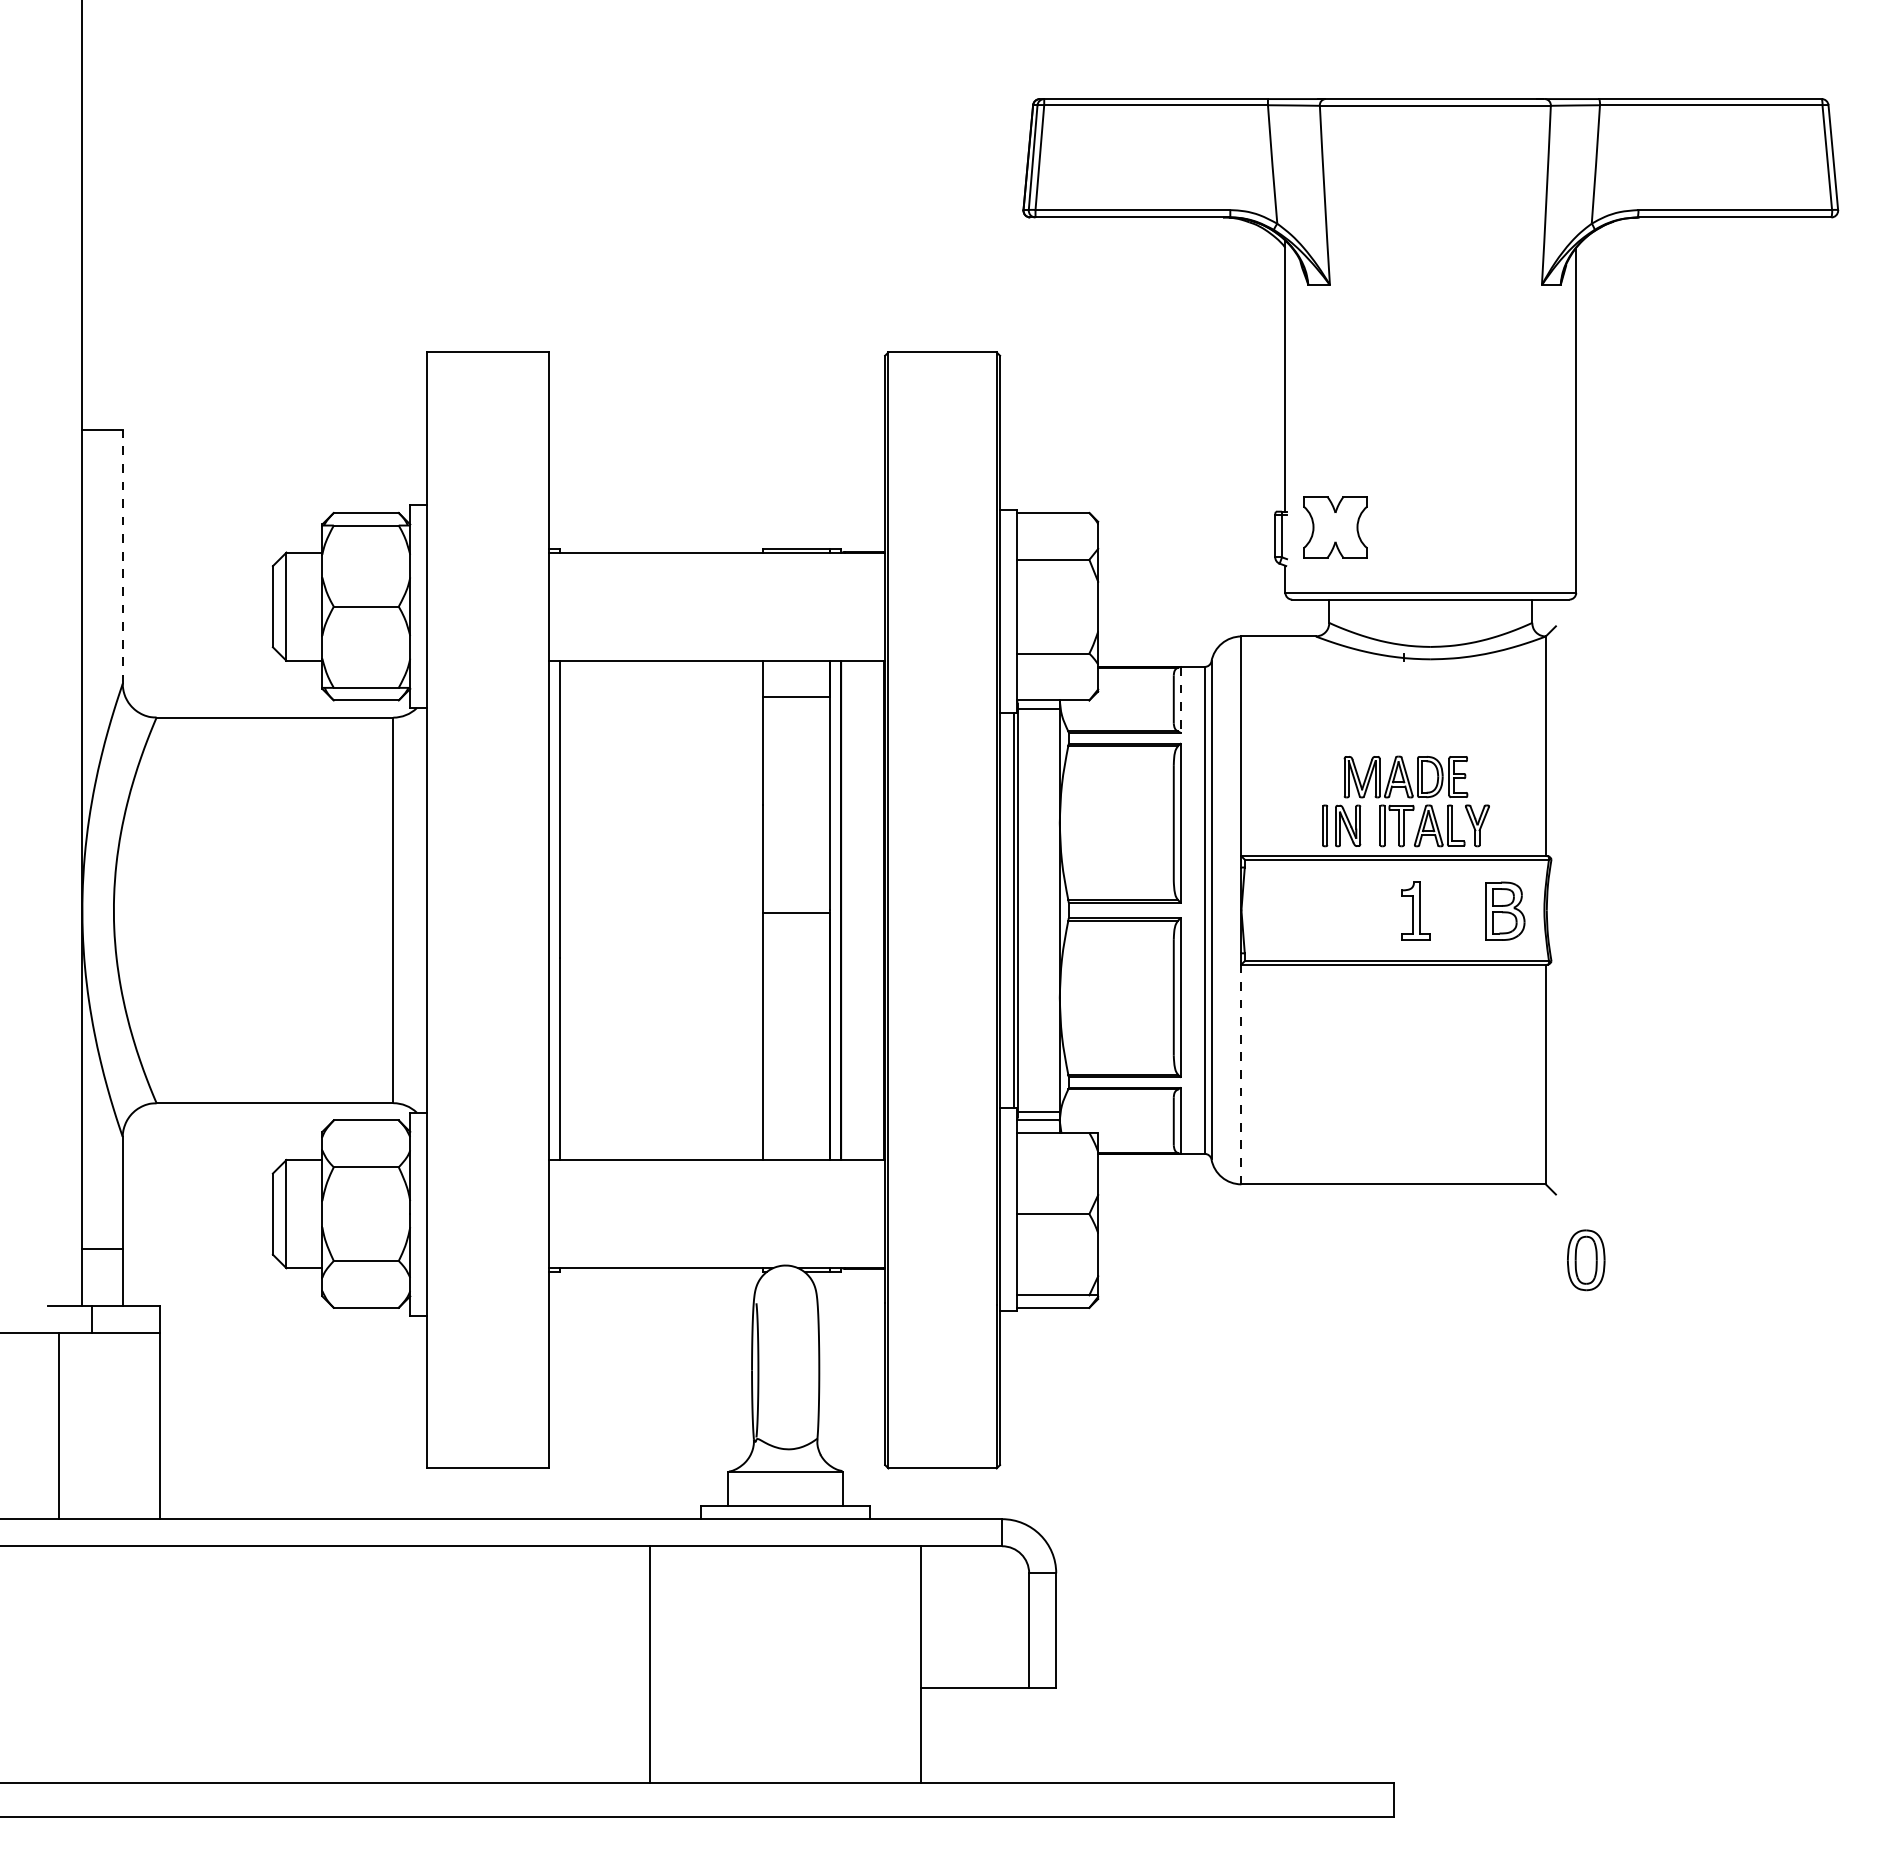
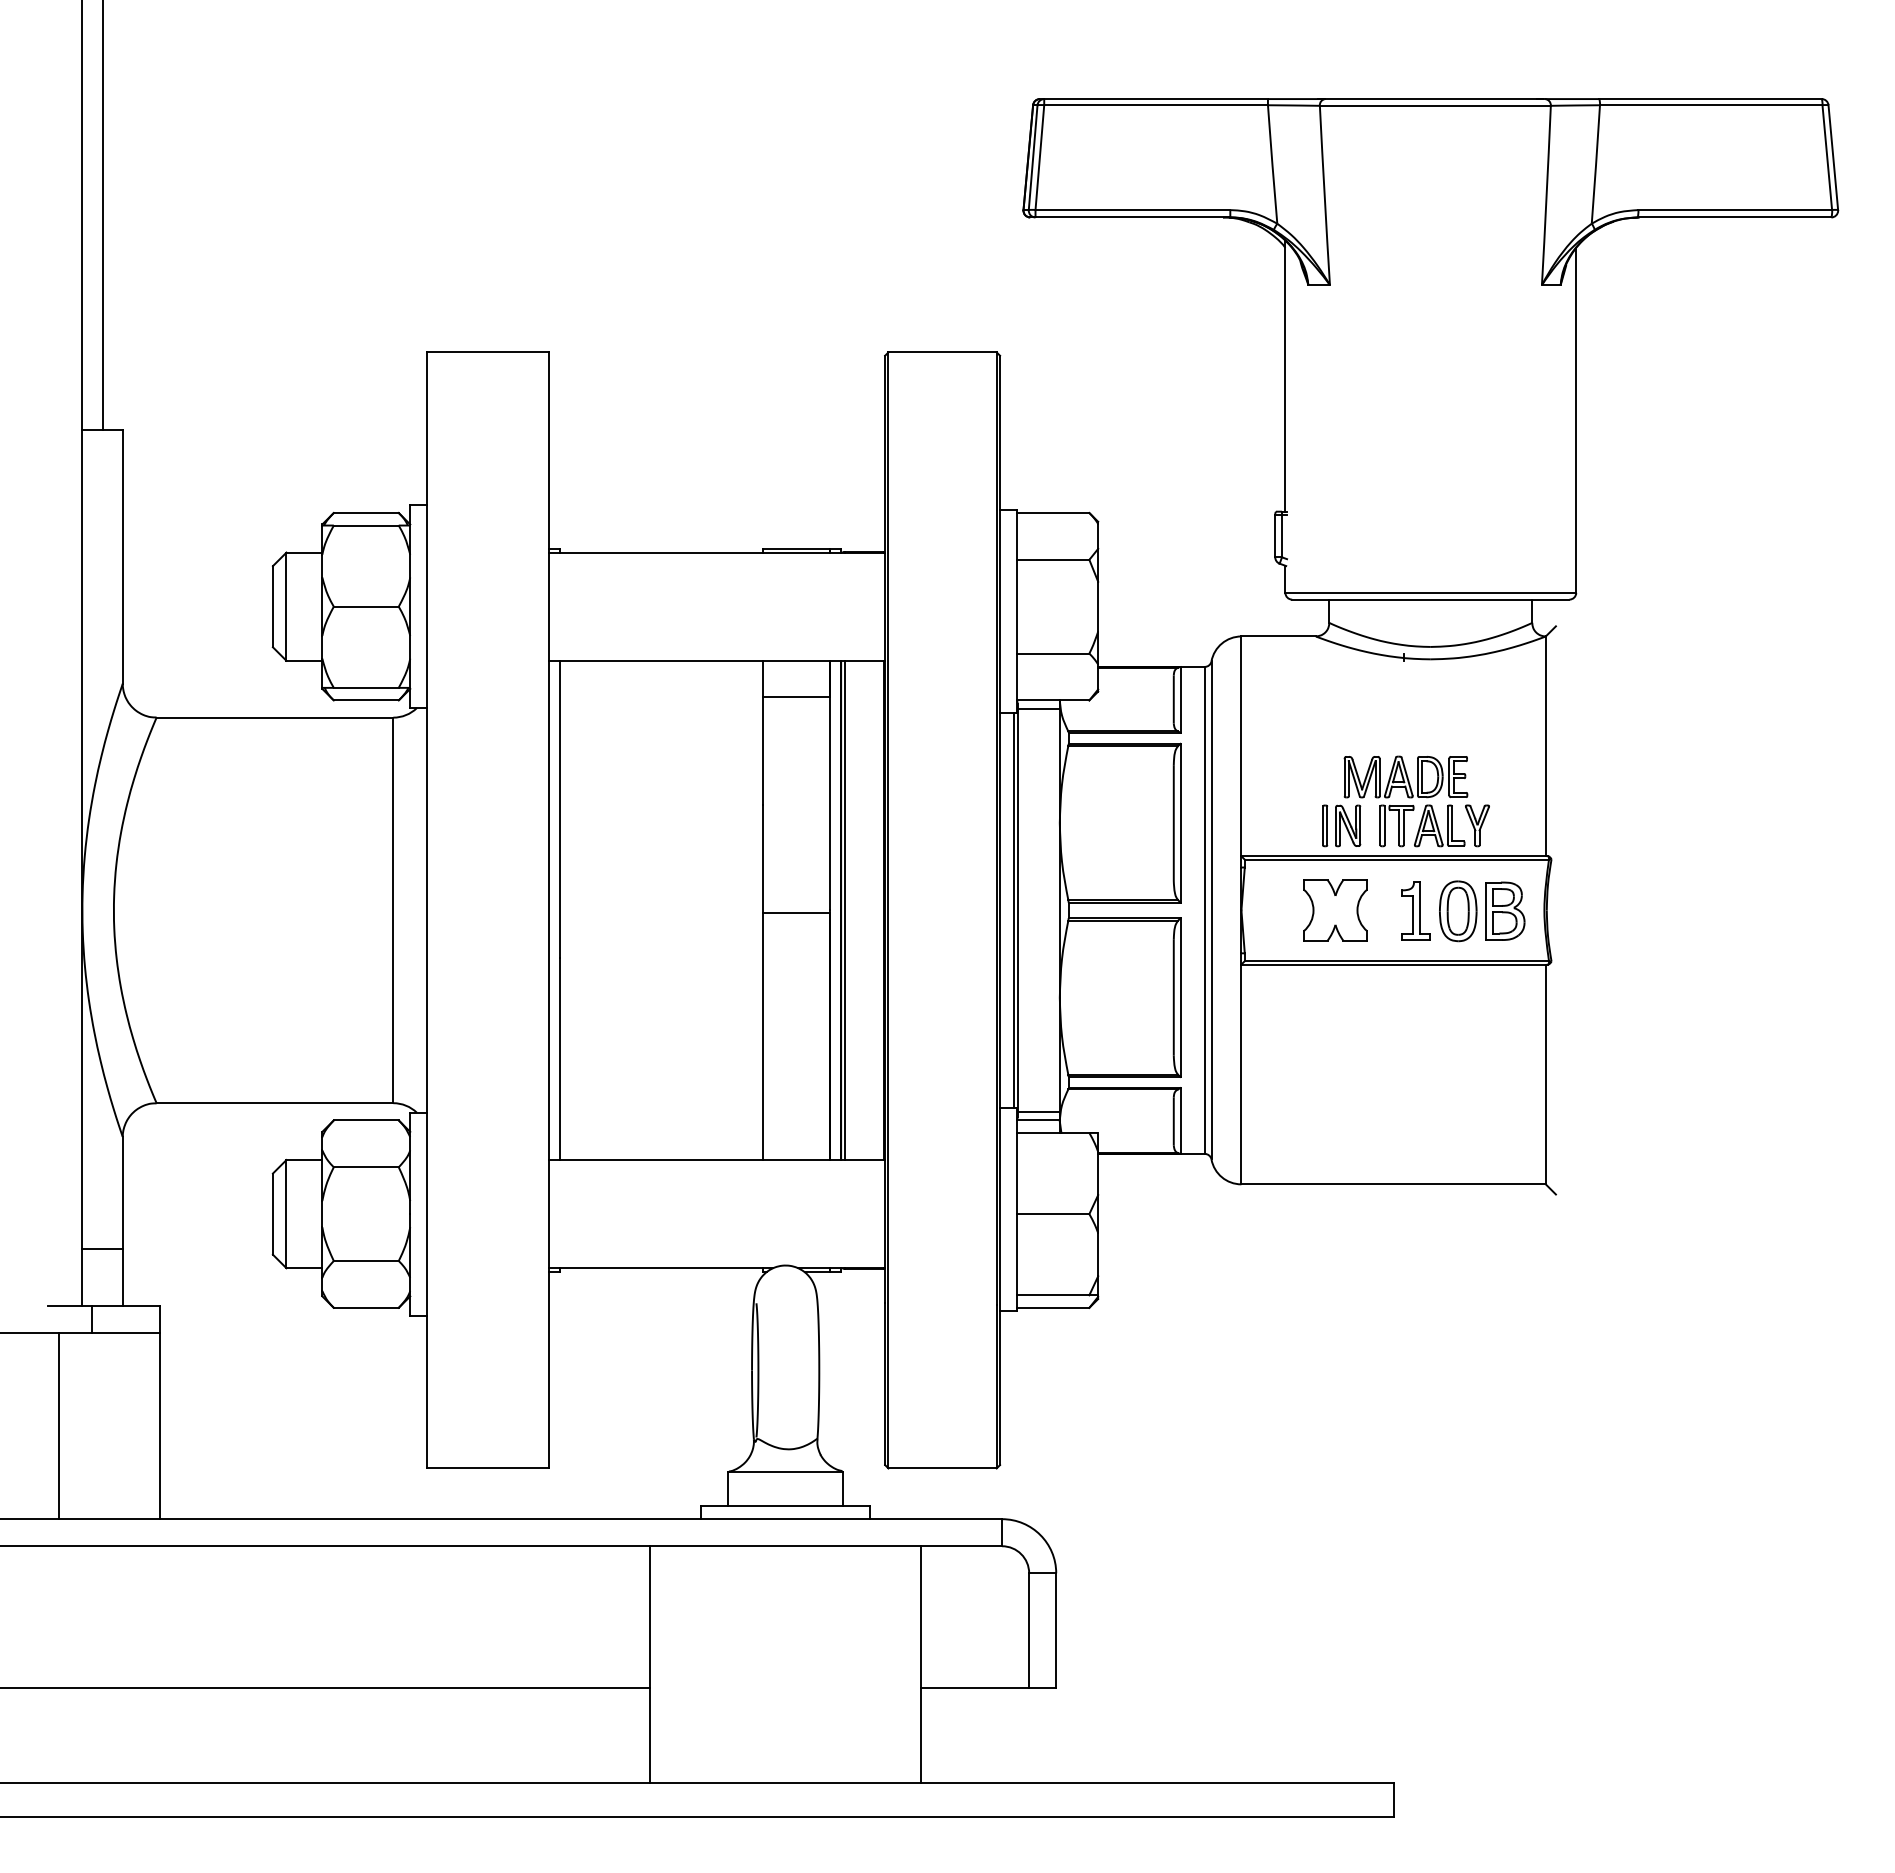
line at (102, 216): none -> present
part at (1335, 527) position: (1335, 527) -> (1335, 910)
line at (122, 556): dashed -> solid
line at (1180, 699): dashed -> solid
line at (844, 910): none -> present
line at (1241, 1074): dashed -> solid
part at (1586, 1260) position: (1586, 1260) -> (1458, 911)
line at (326, 1688): none -> present
